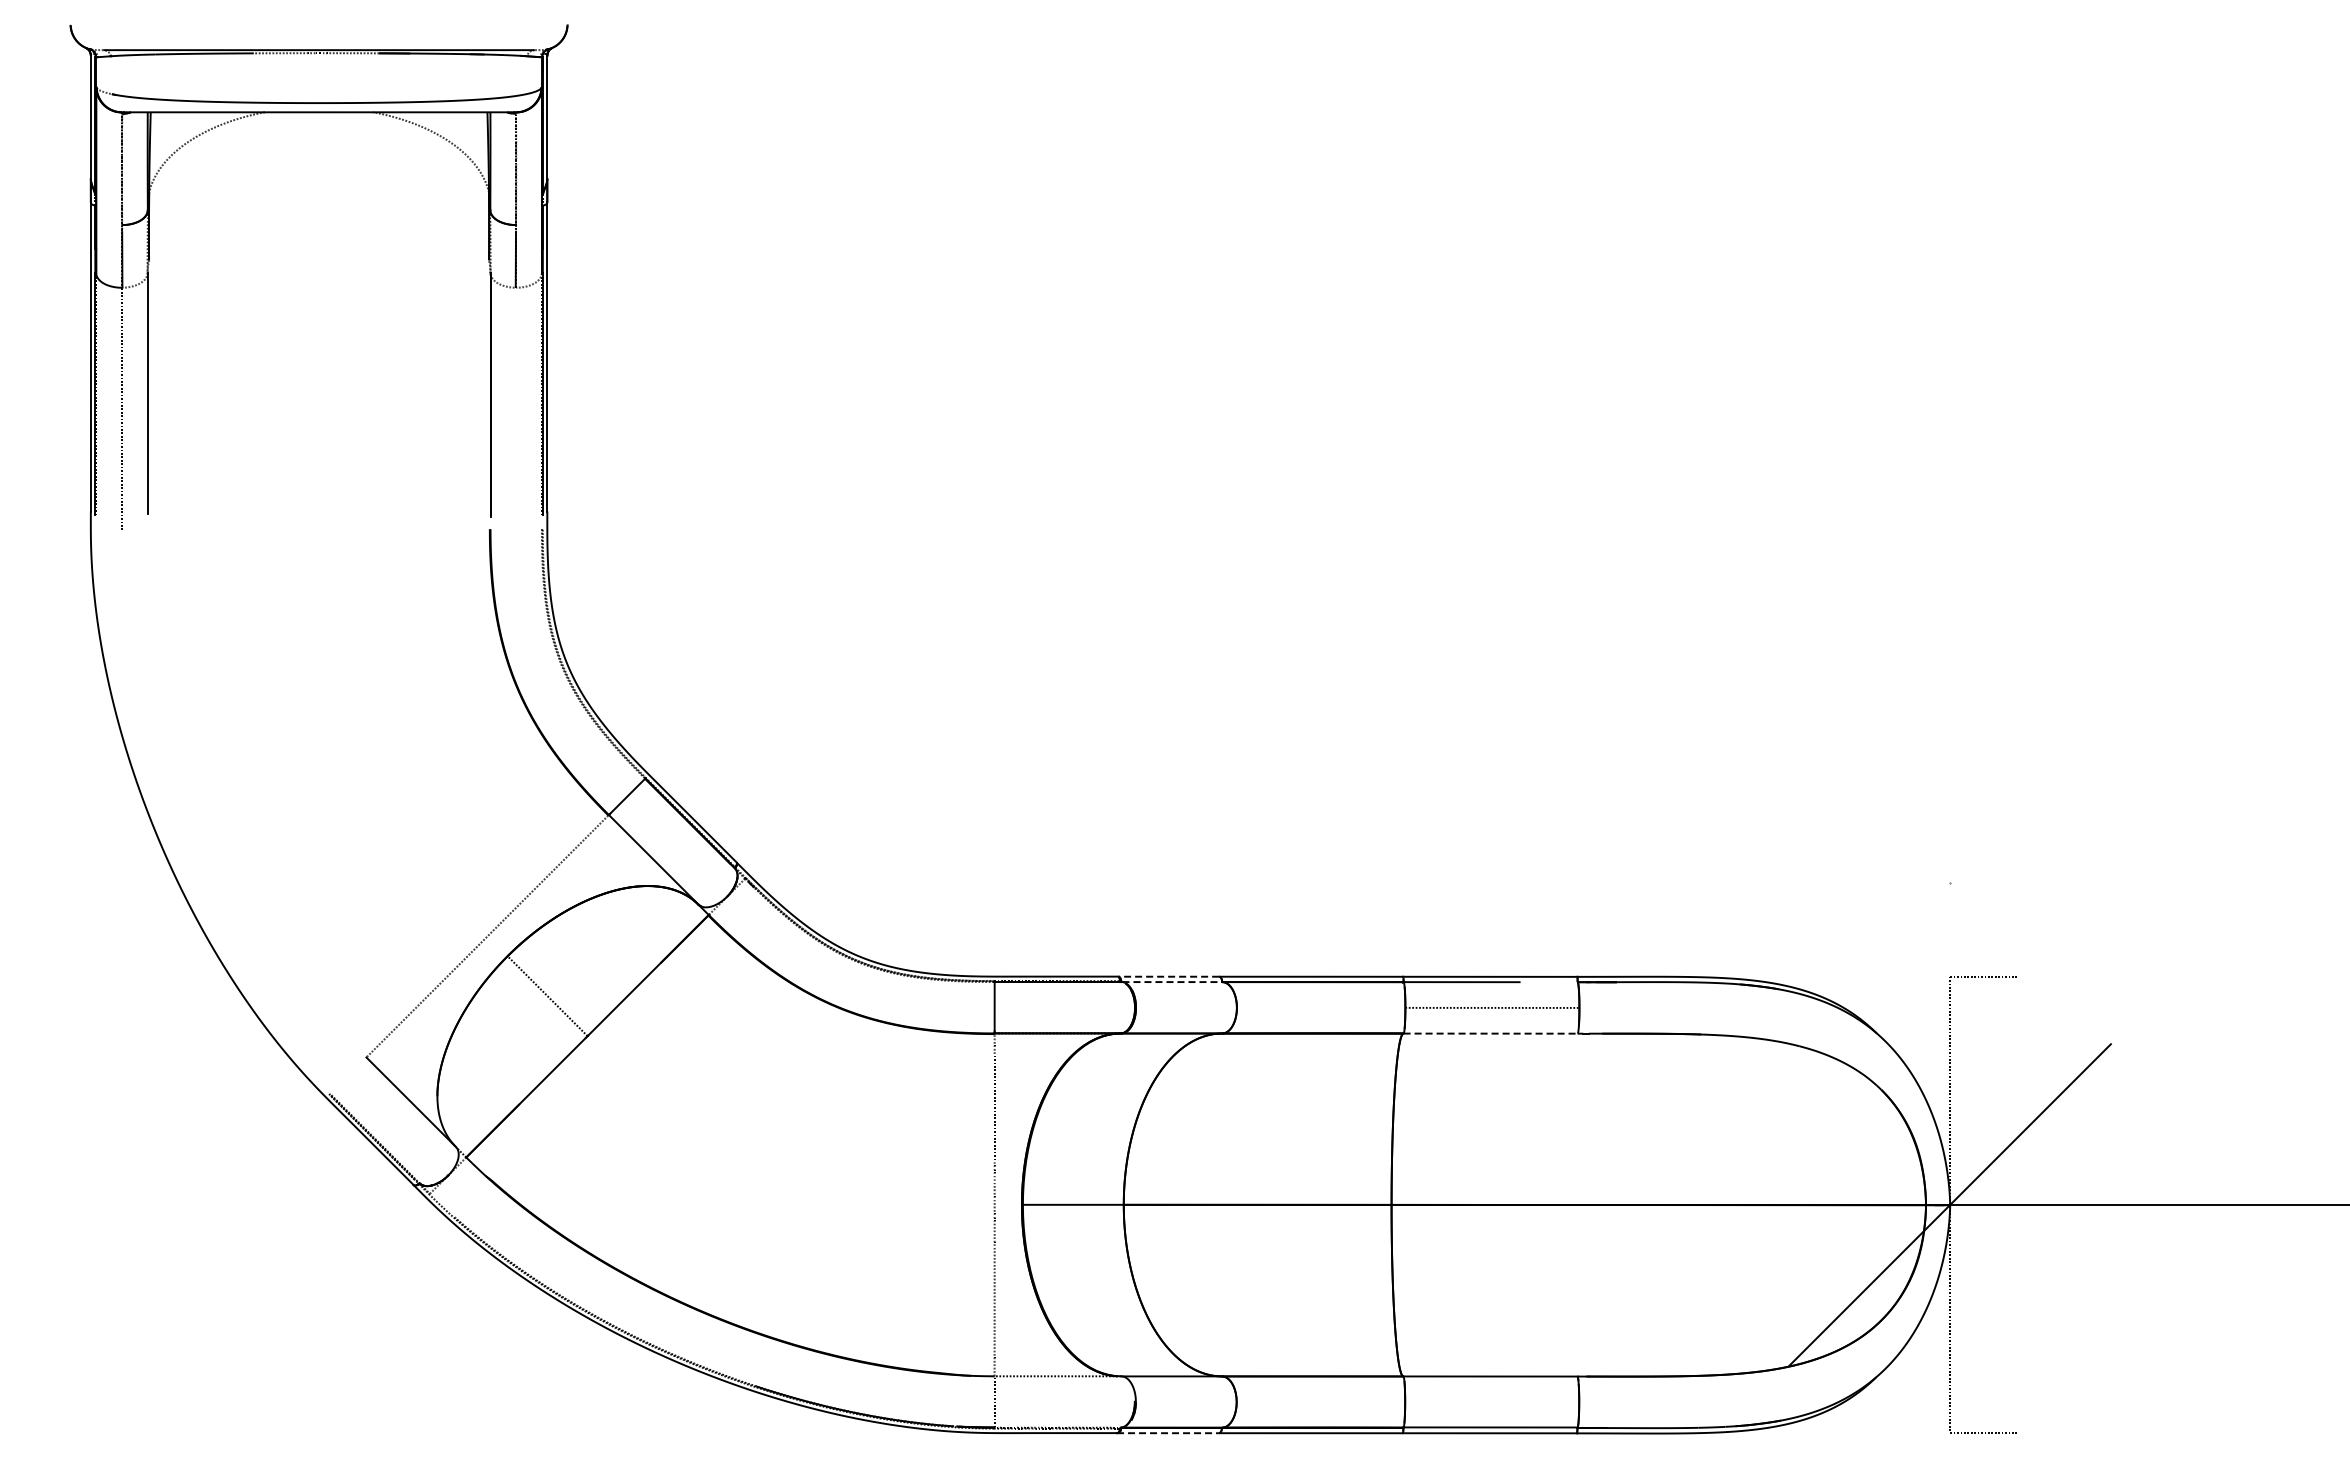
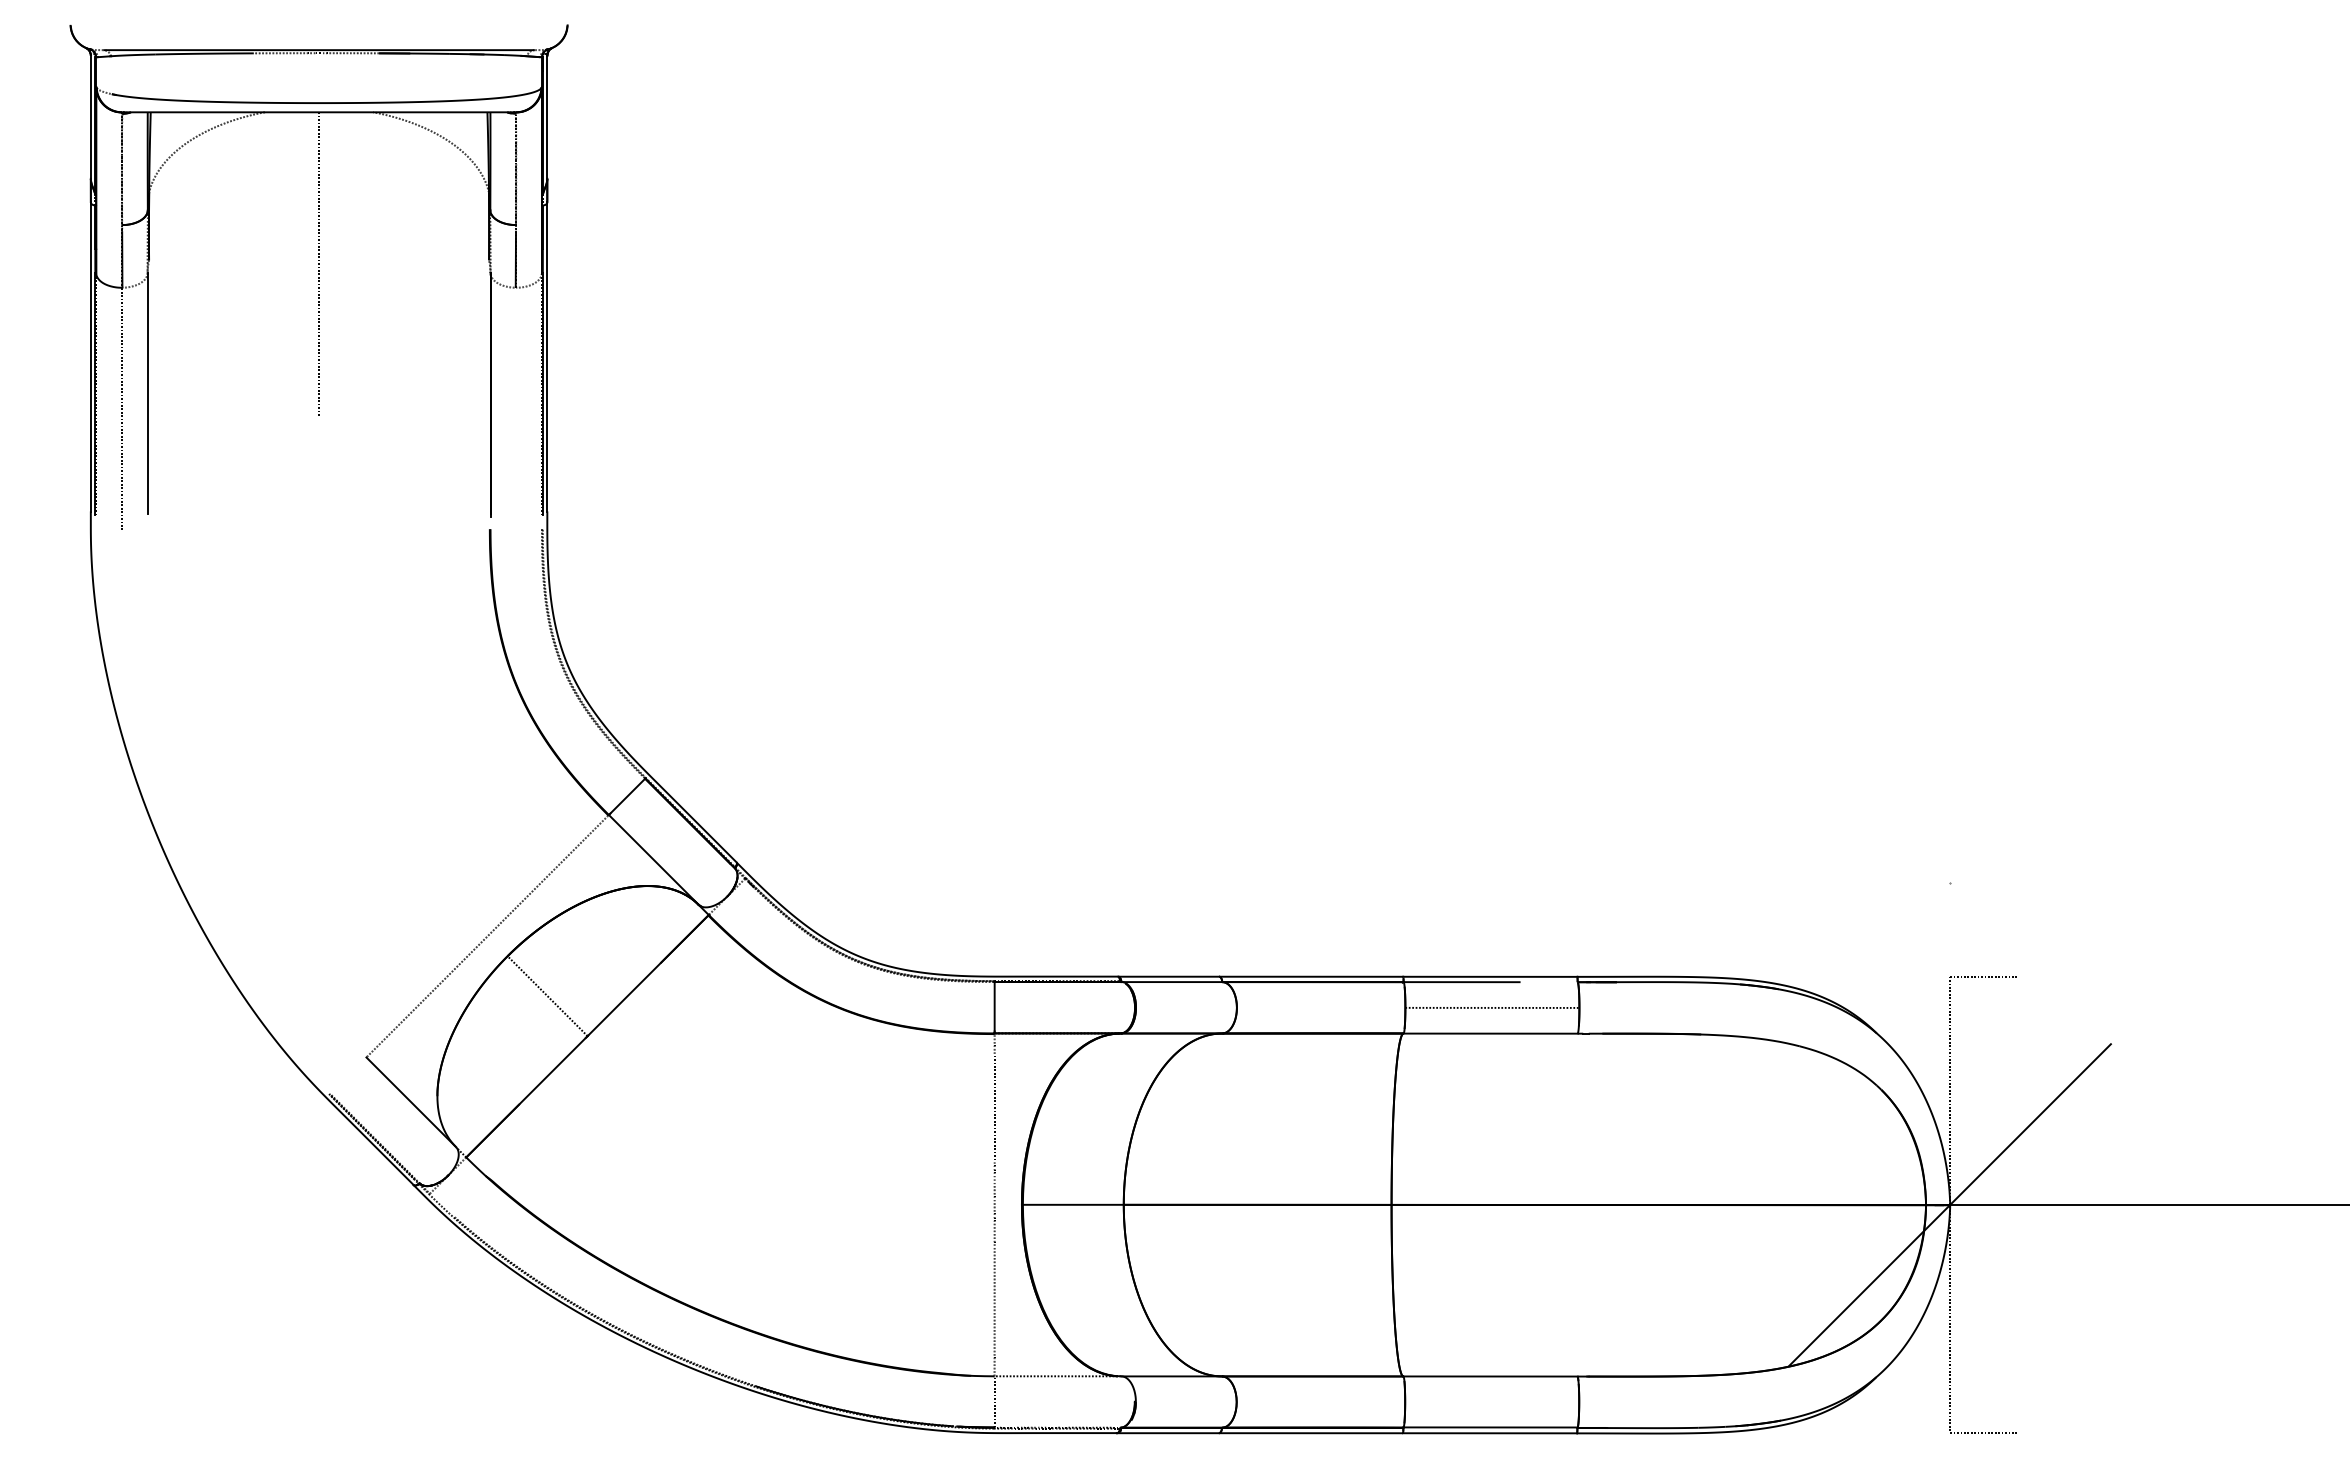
line at (319, 264): none -> present
line at (1168, 976): dashed -> solid
line at (1172, 982): dashed -> solid
line at (1491, 1033): dashed -> solid
line at (1167, 1433): dashed -> solid
